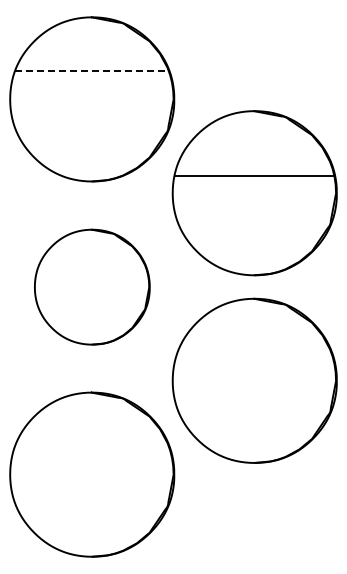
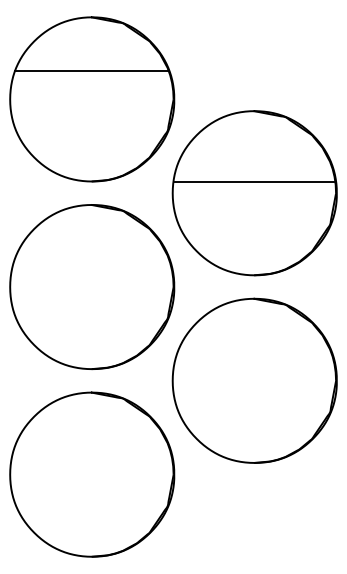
line at (92, 70): dashed -> solid
line at (253, 176) position: (253, 176) -> (253, 182)
part at (92, 286) size: 117x118 px -> 167x167 px
